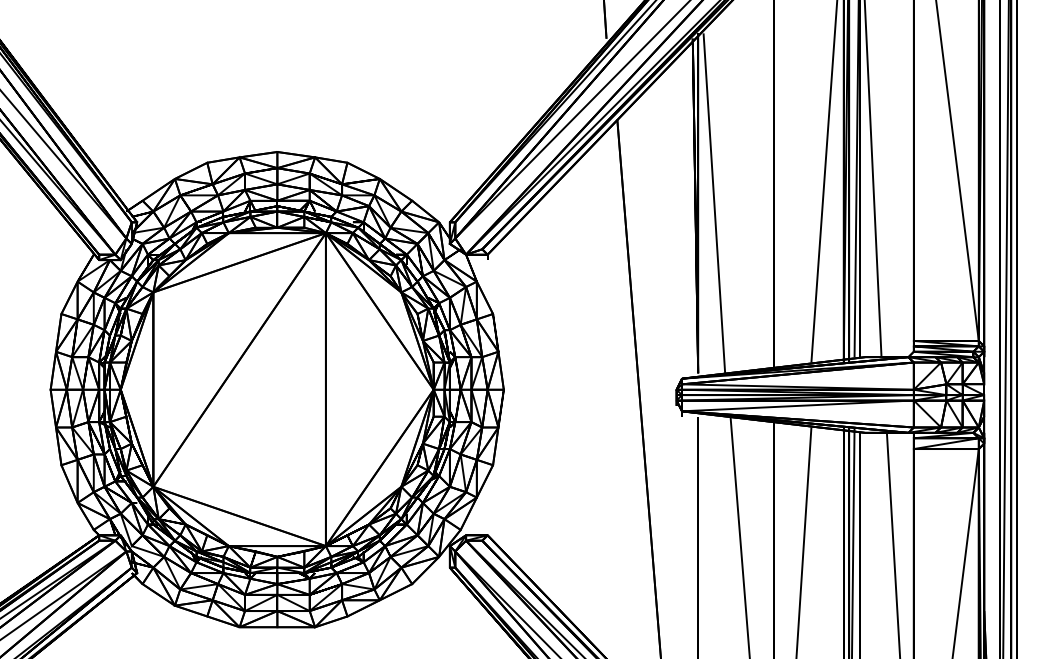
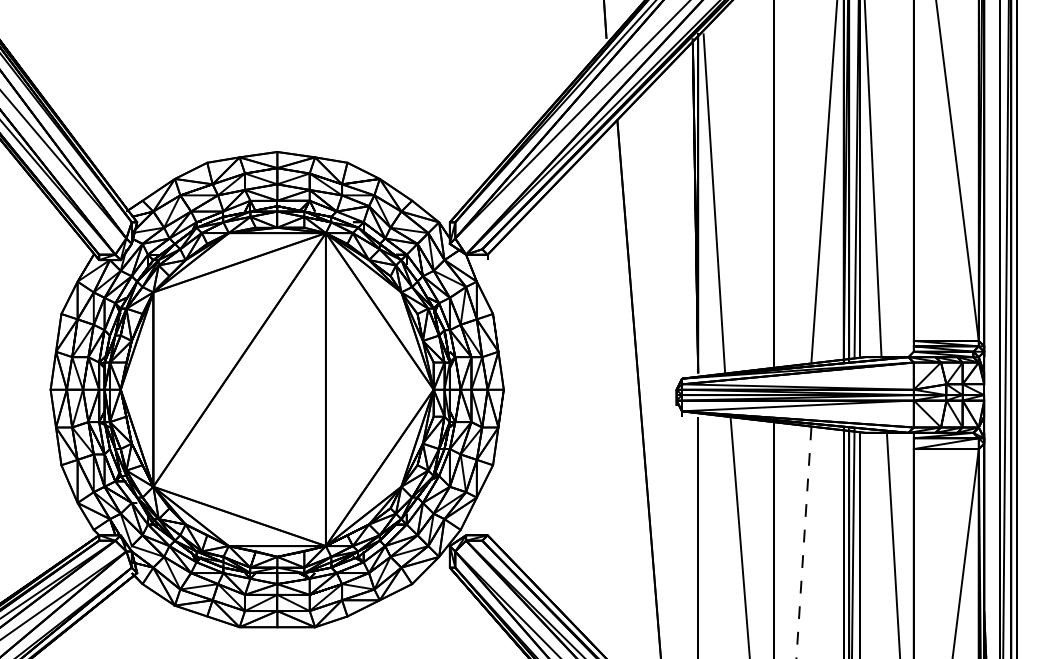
line at (803, 543): solid -> dashed
